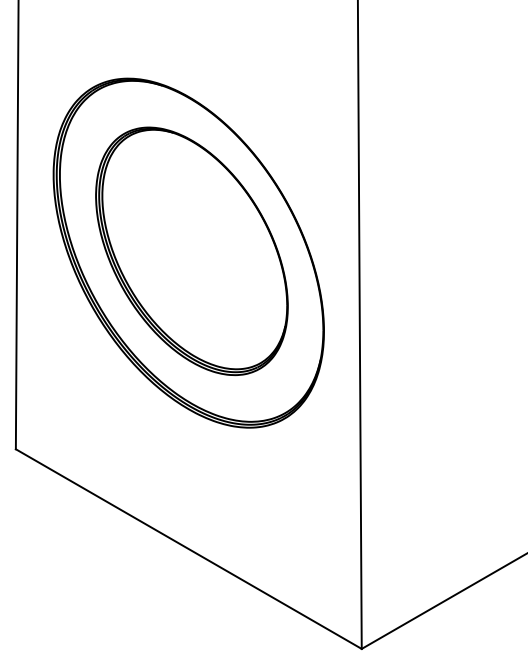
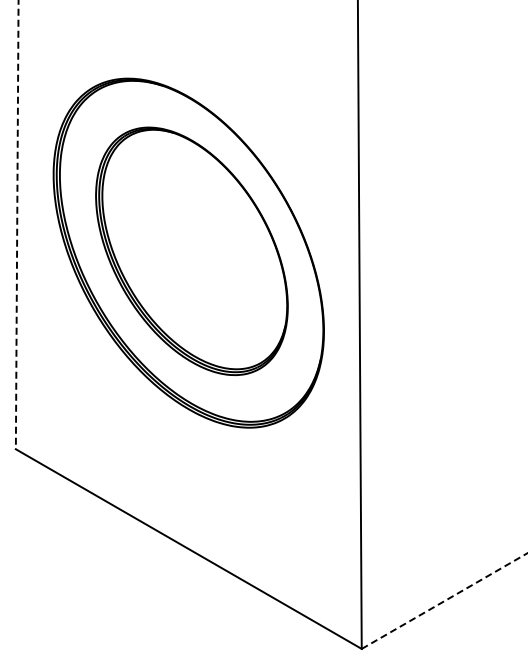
line at (17, 225): solid -> dashed
line at (444, 600): solid -> dashed
